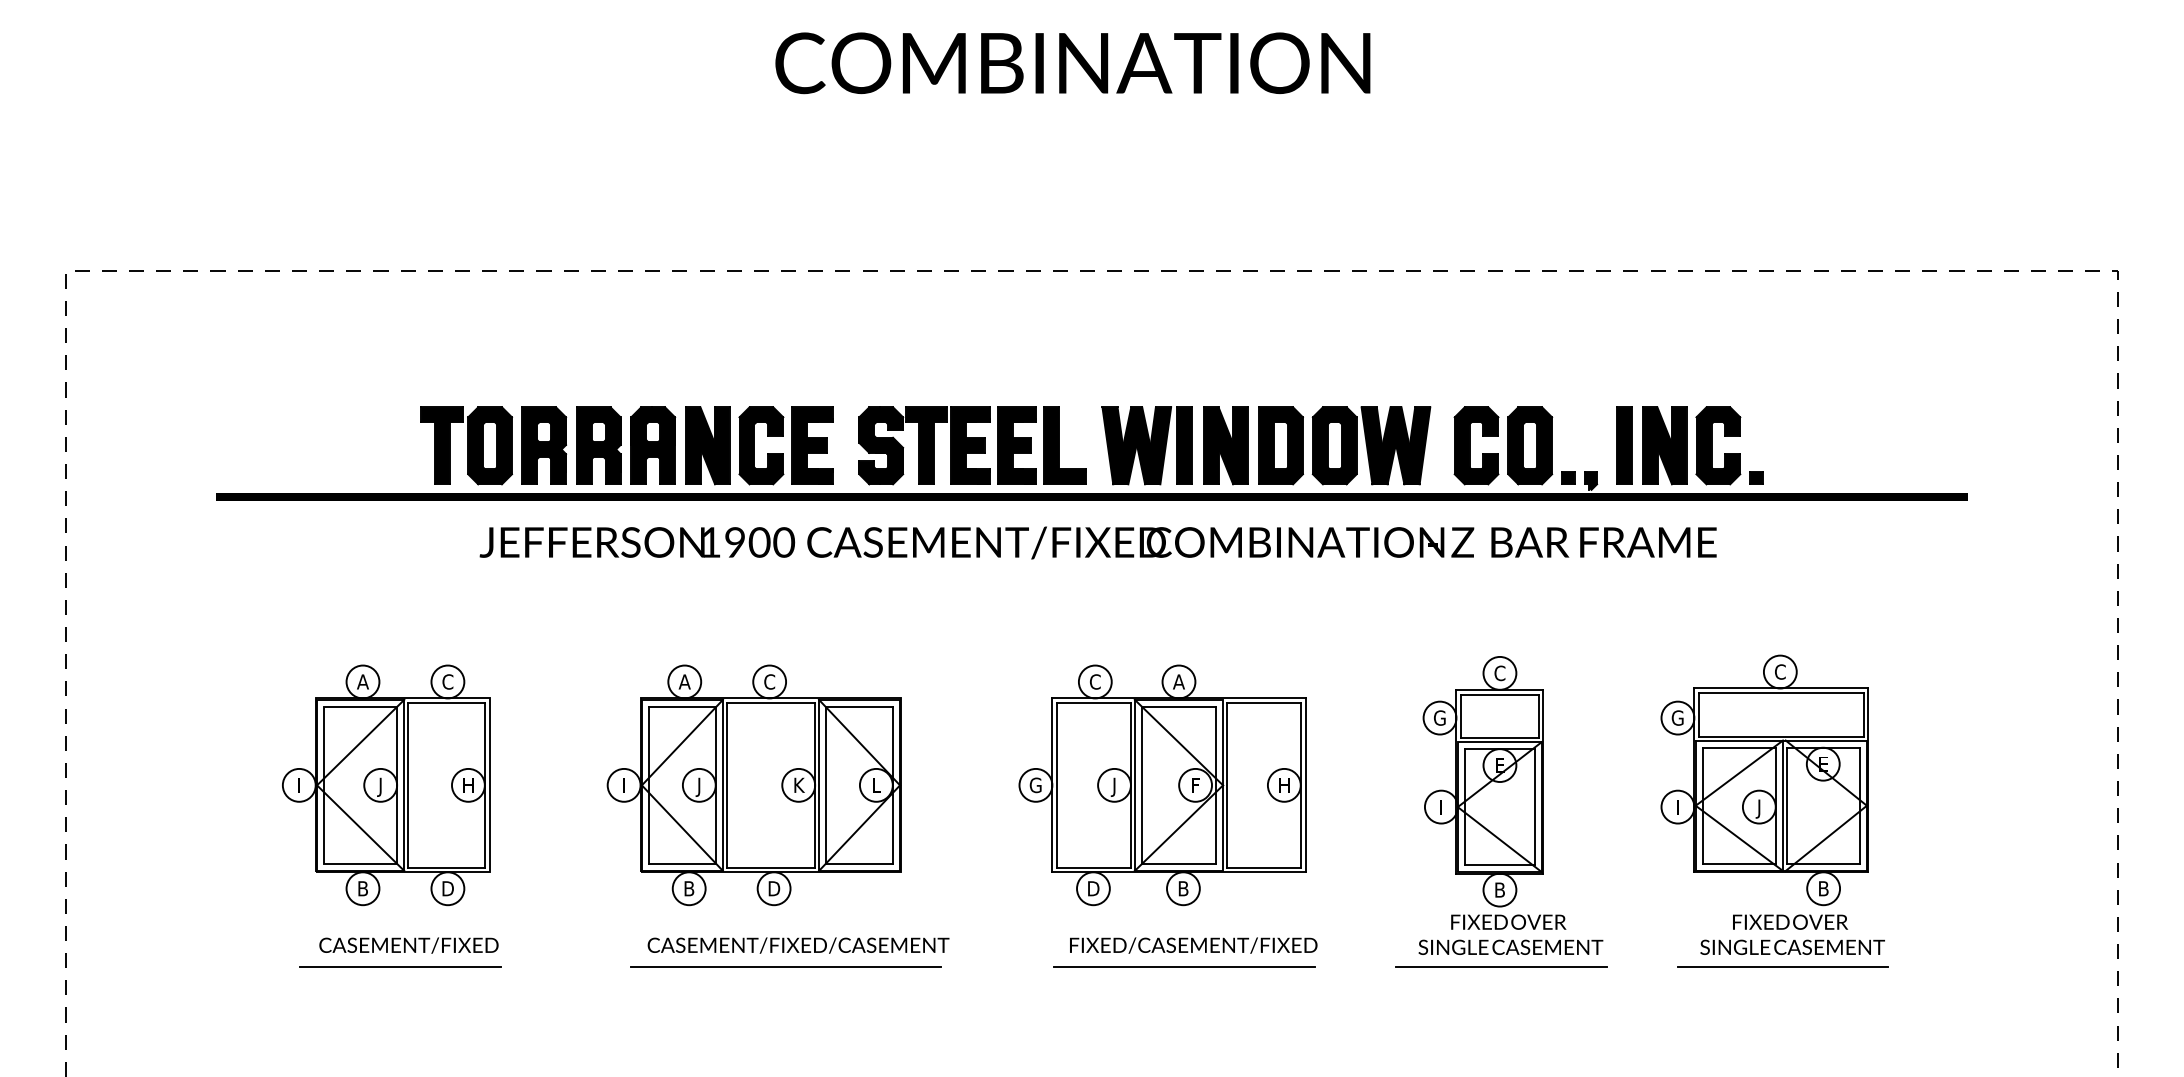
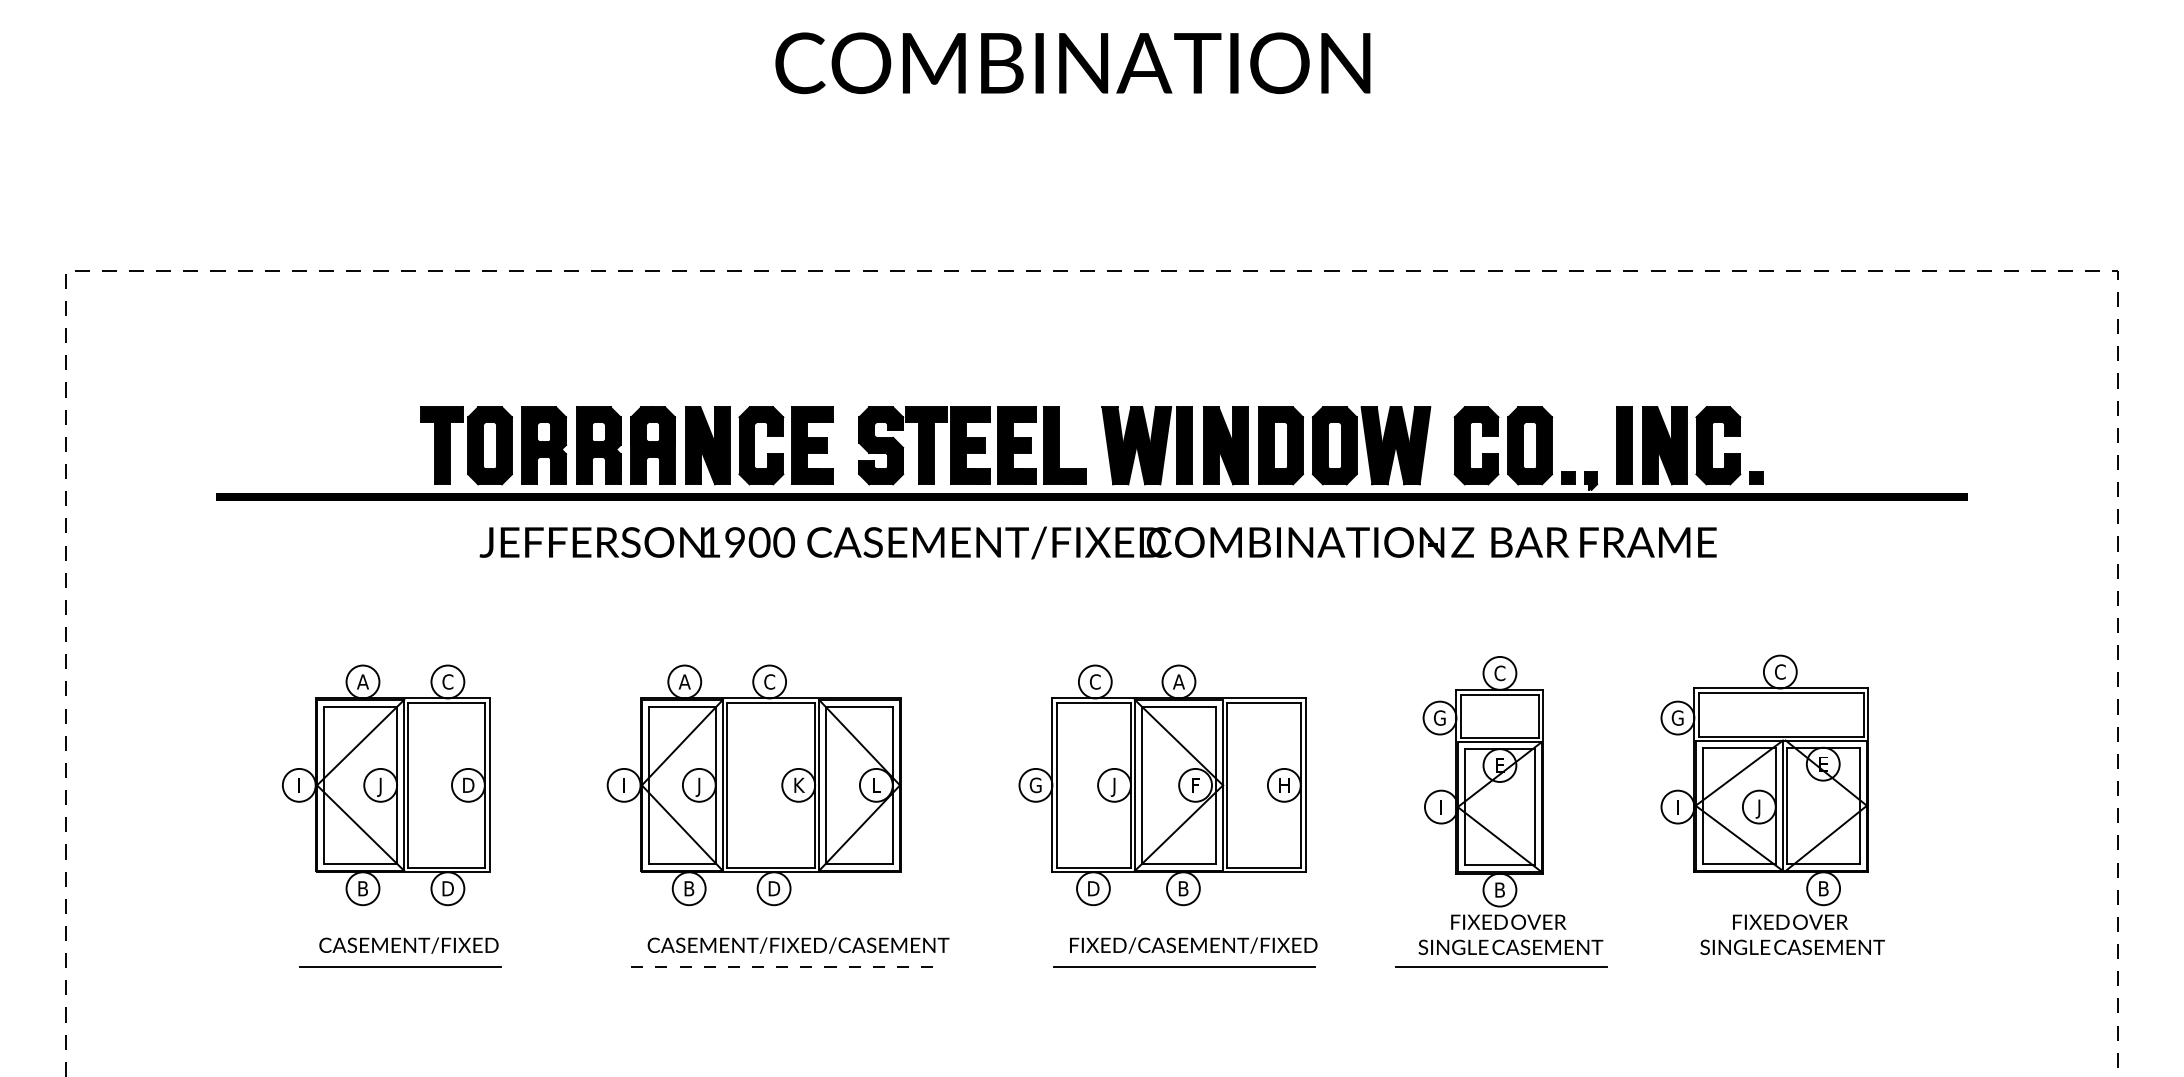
text at (468, 784): H -> D
line at (1782, 966): present -> none
line at (786, 967): solid -> dashed
